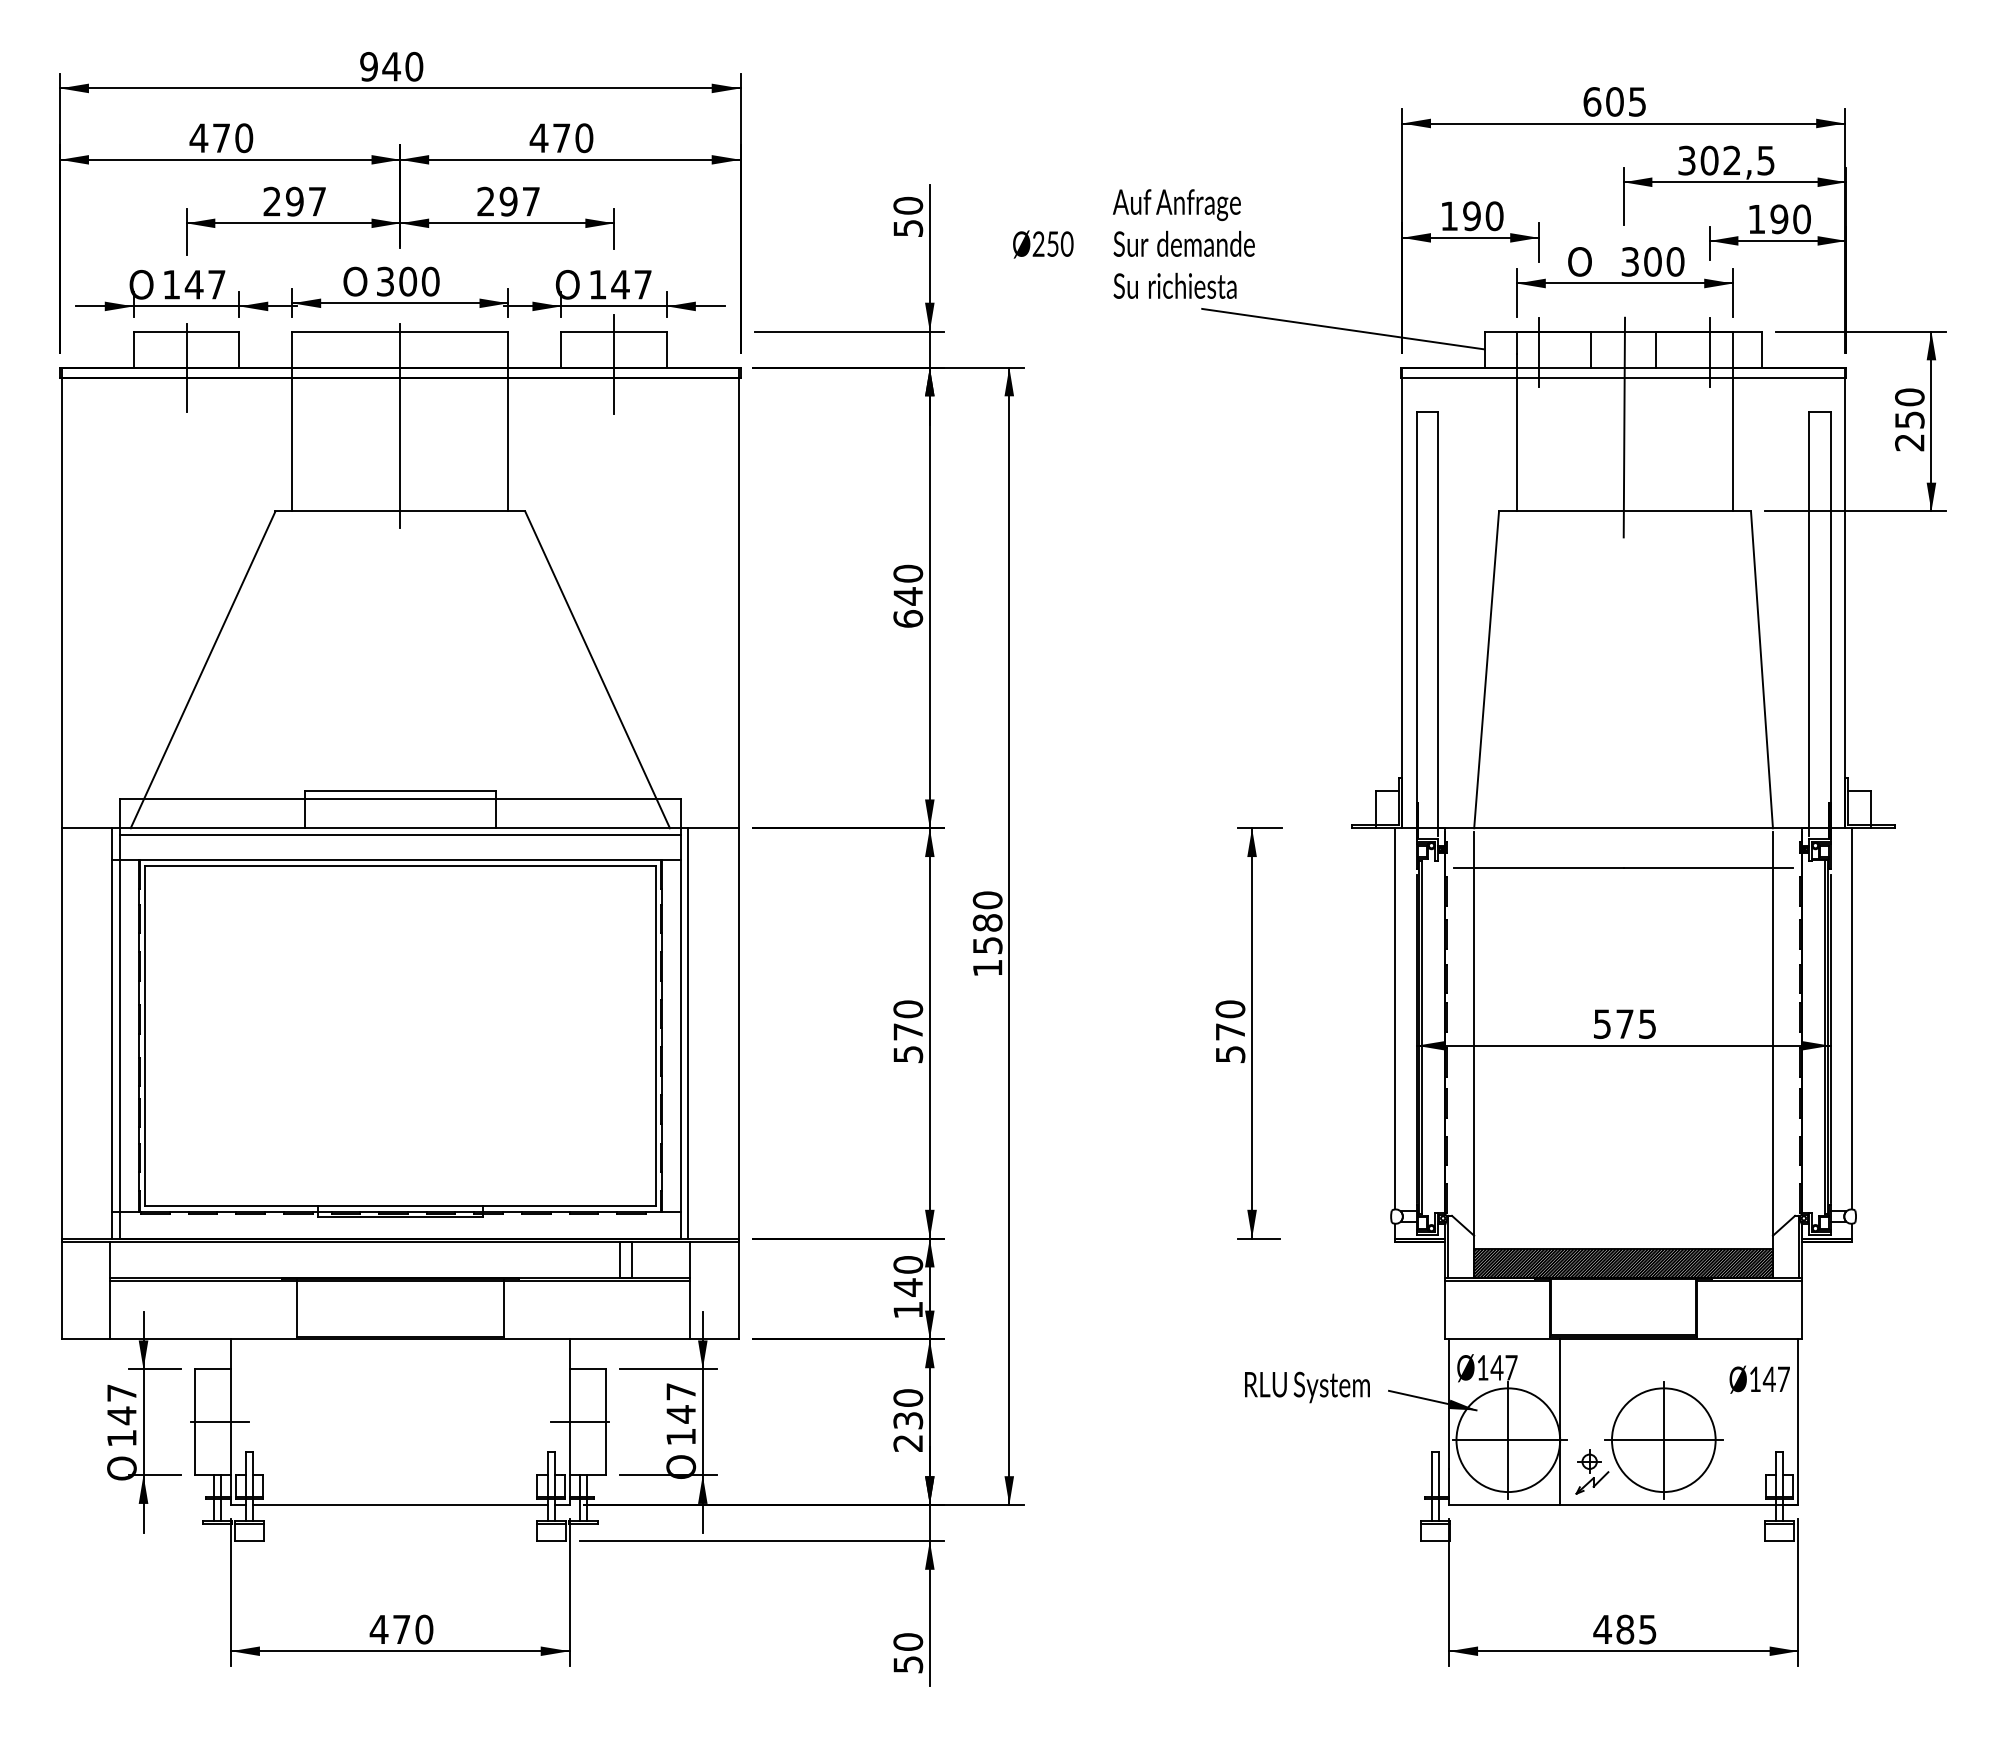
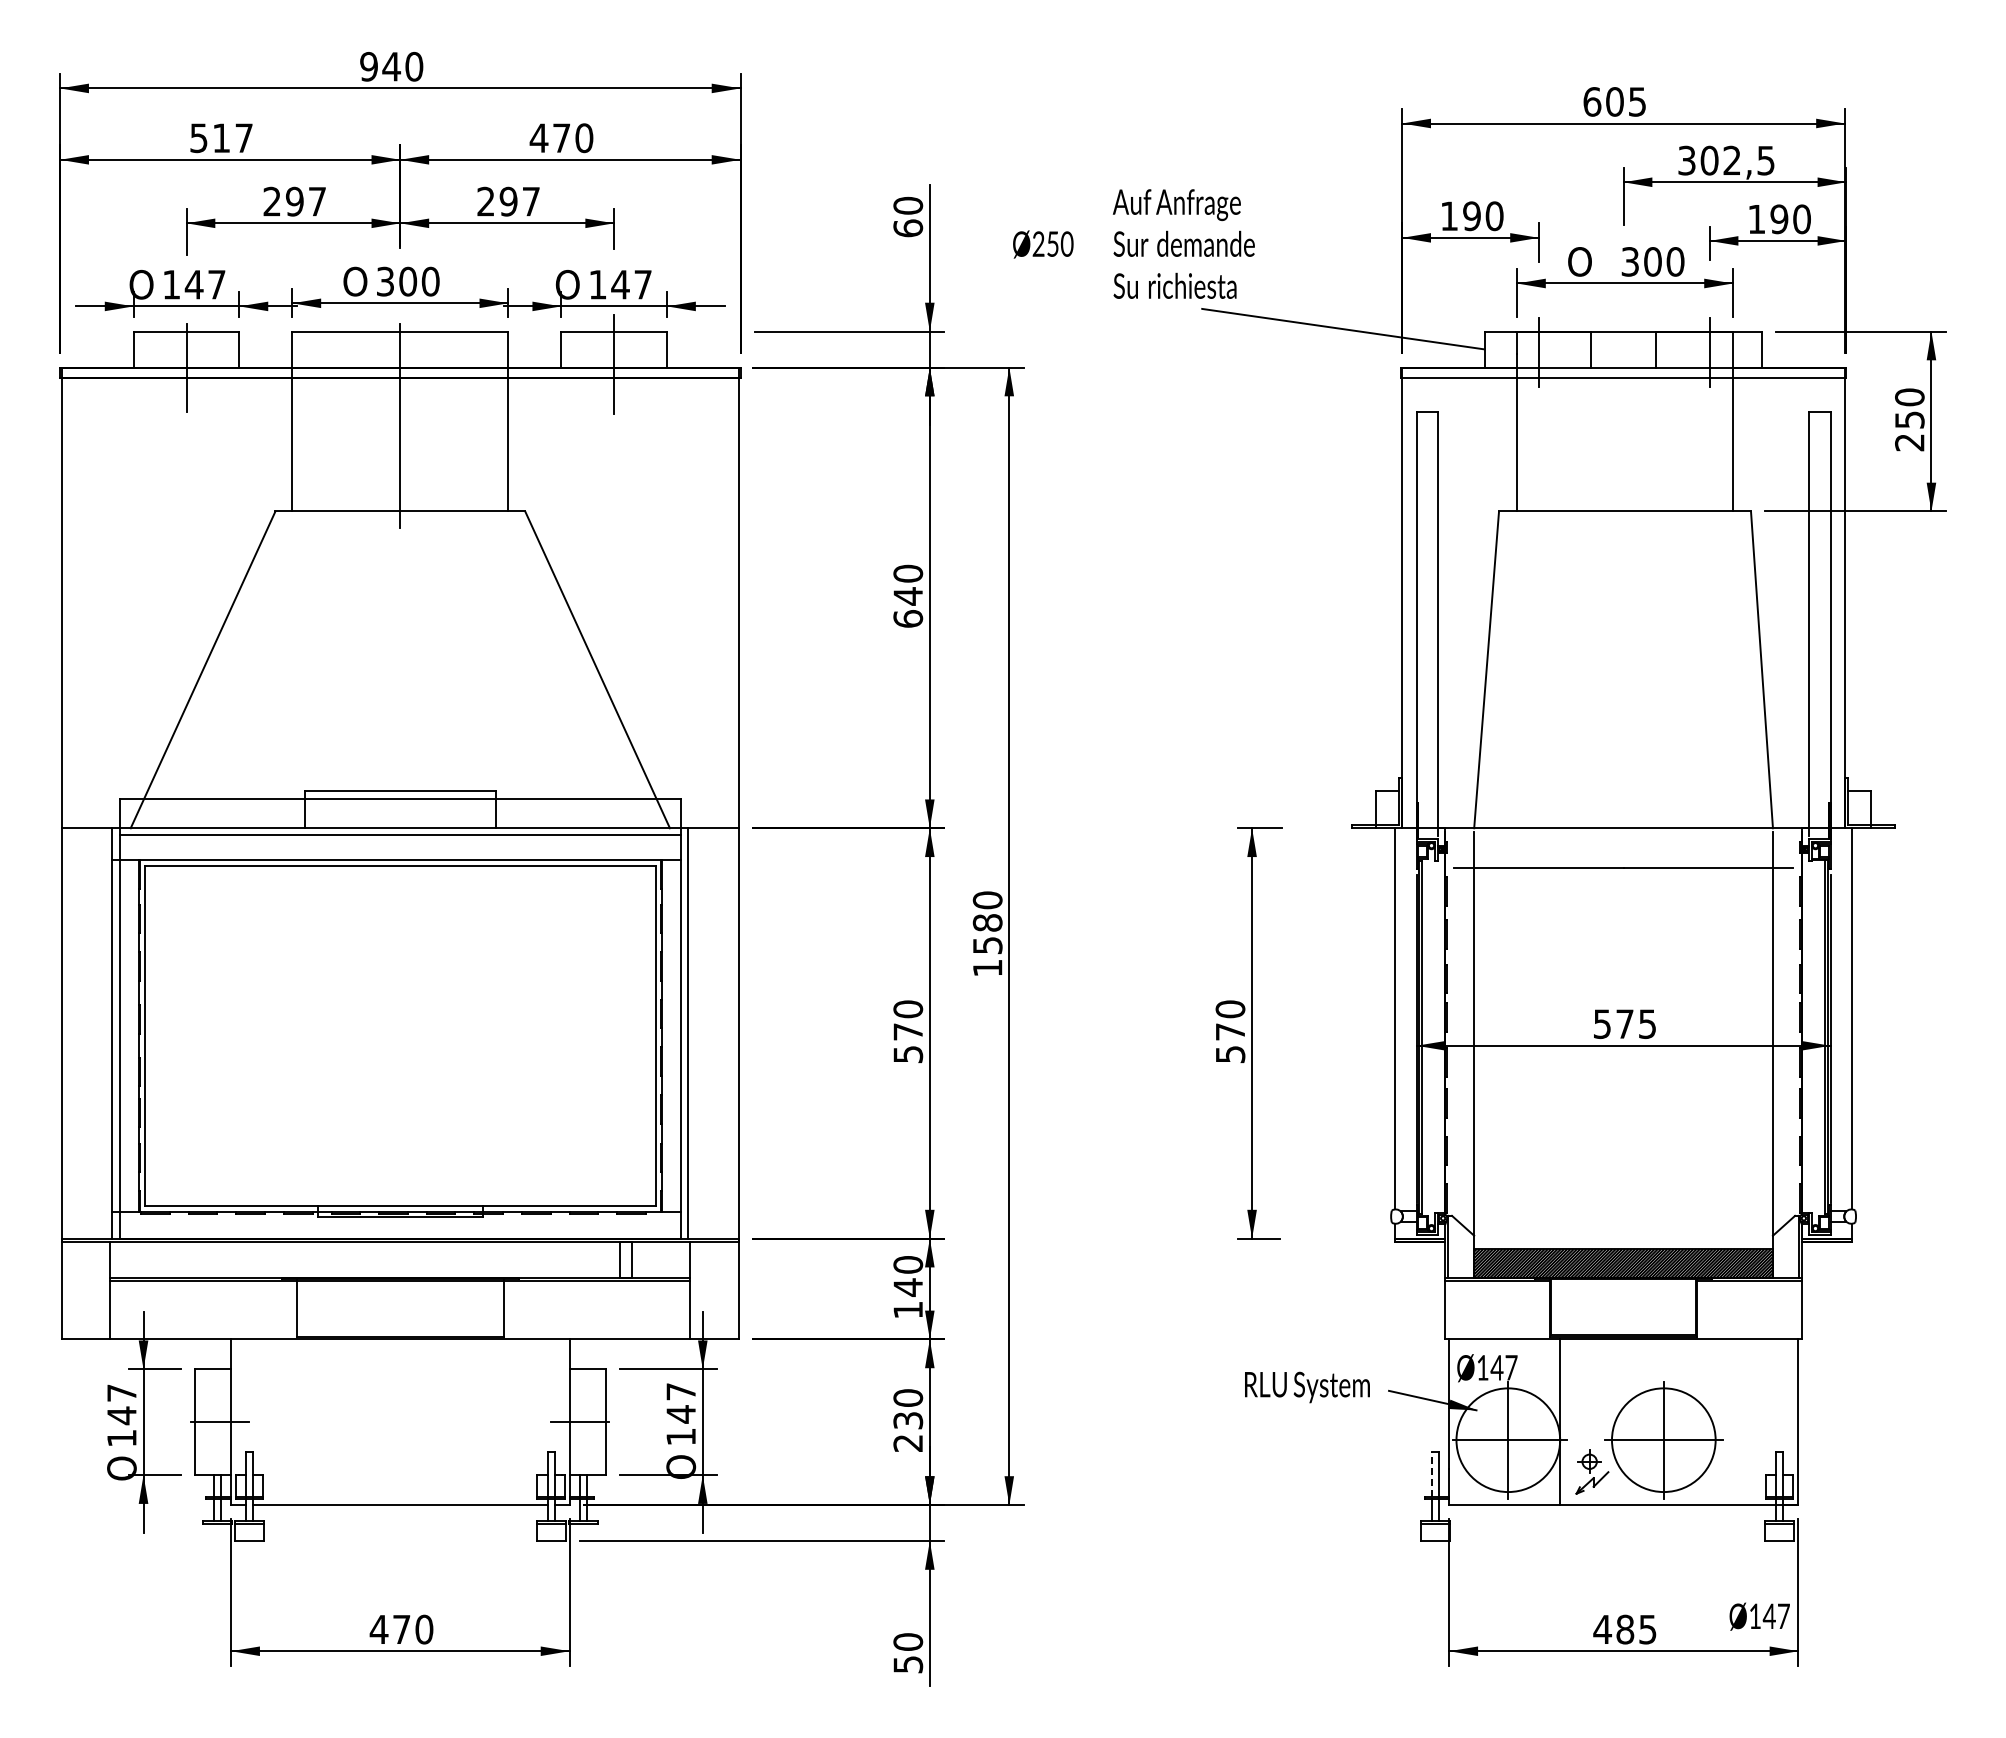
text at (221, 138): 470 -> 517
text at (908, 228): 50 -> 60
line at (1624, 427): present -> none
text at (1759, 1379) position: (1759, 1379) -> (1759, 1616)
line at (1431, 1473): solid -> dashed
